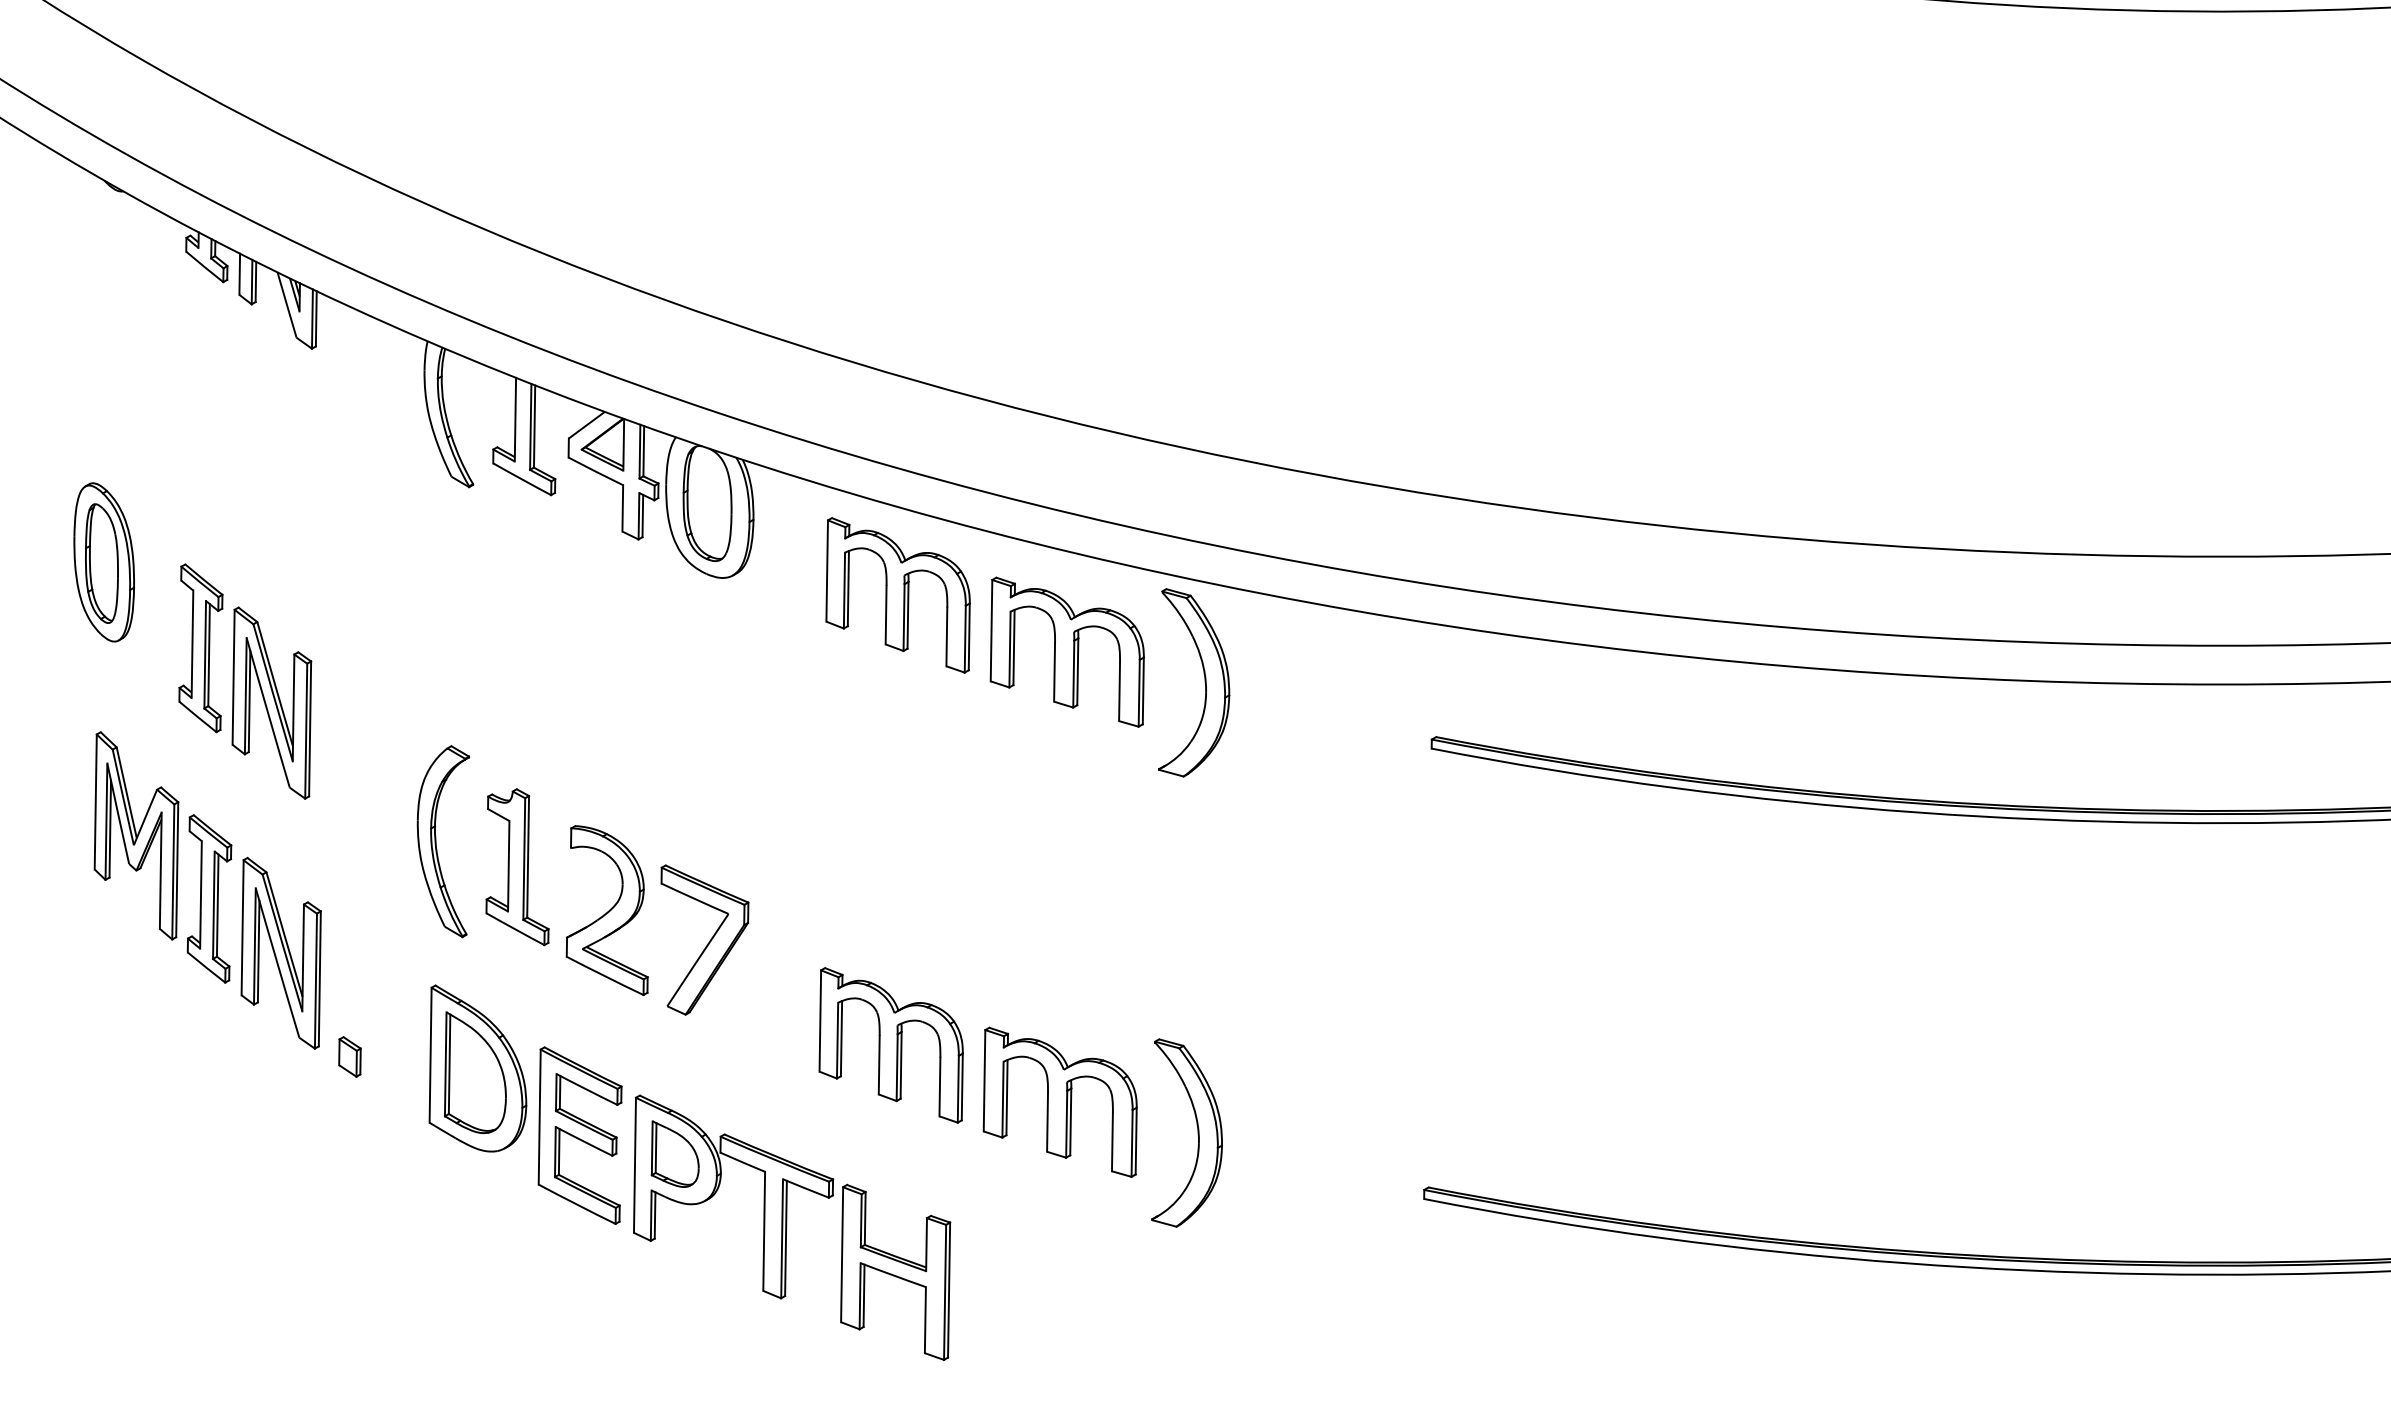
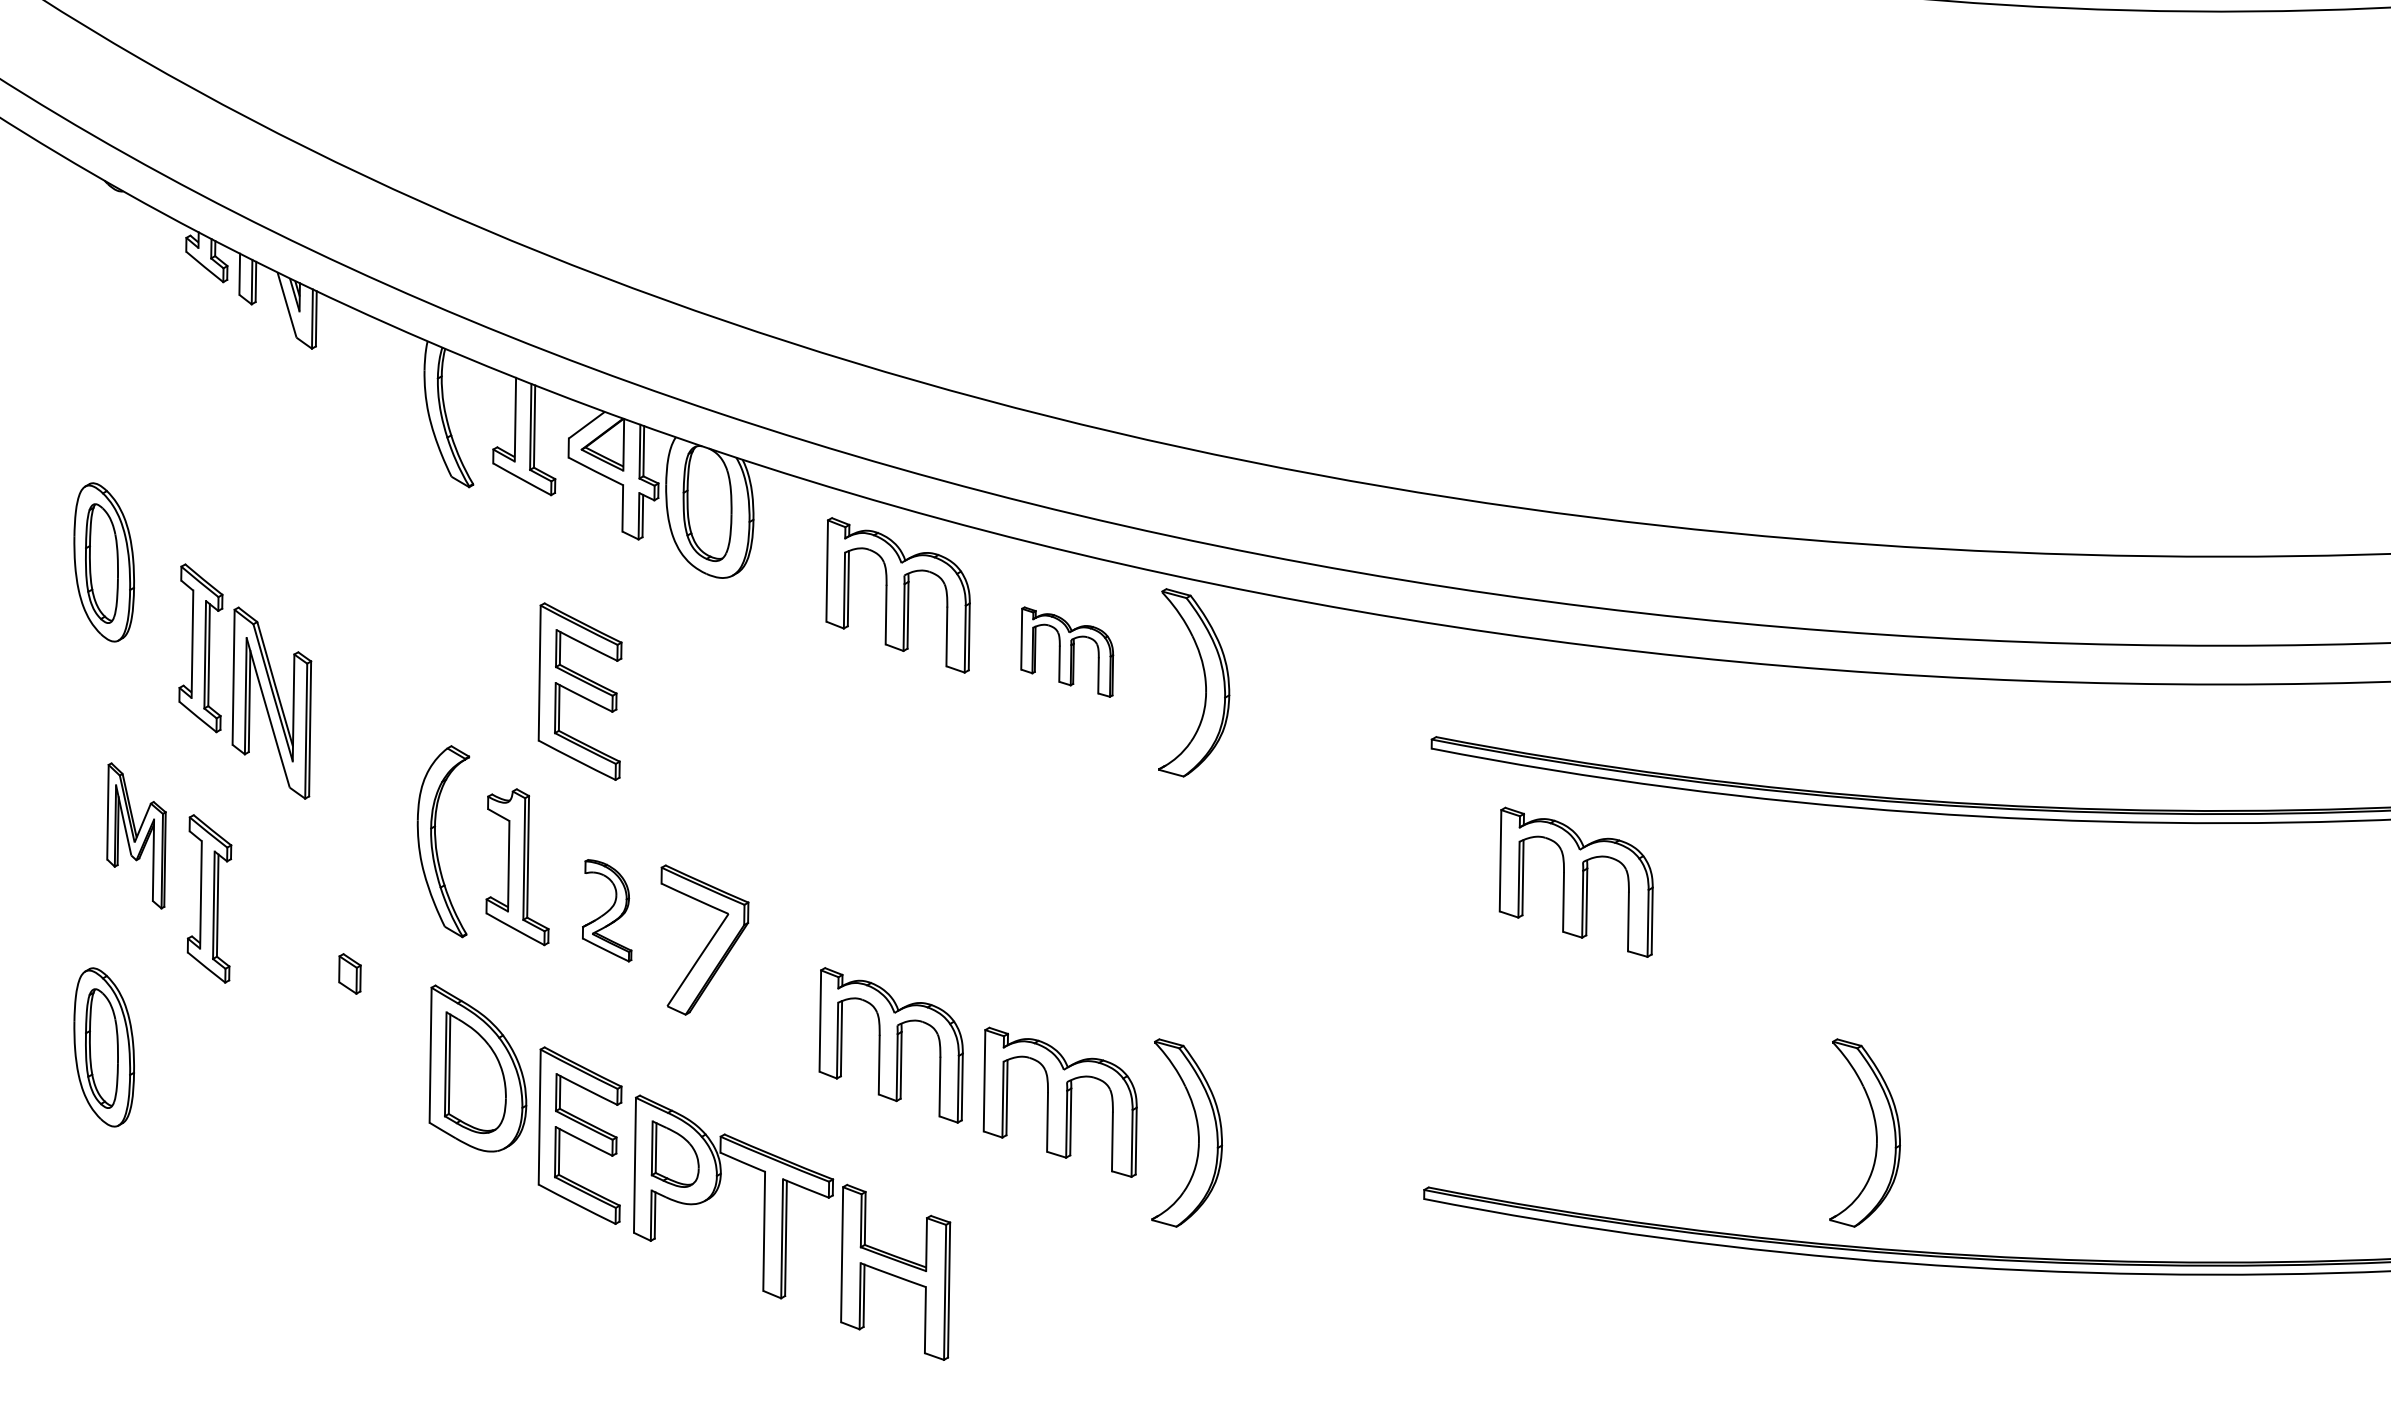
part at (1066, 651) size: 156x152 px -> 95x92 px
part at (579, 691): none -> present
part at (136, 835) size: 87x210 px -> 61x148 px
part at (1575, 881): none -> present
part at (606, 910) size: 84x172 px -> 51x104 px
part at (280, 952): present -> none
part at (103, 1047): none -> present
part at (349, 1056) position: (349, 1056) -> (349, 973)
part at (1875, 1132): none -> present
